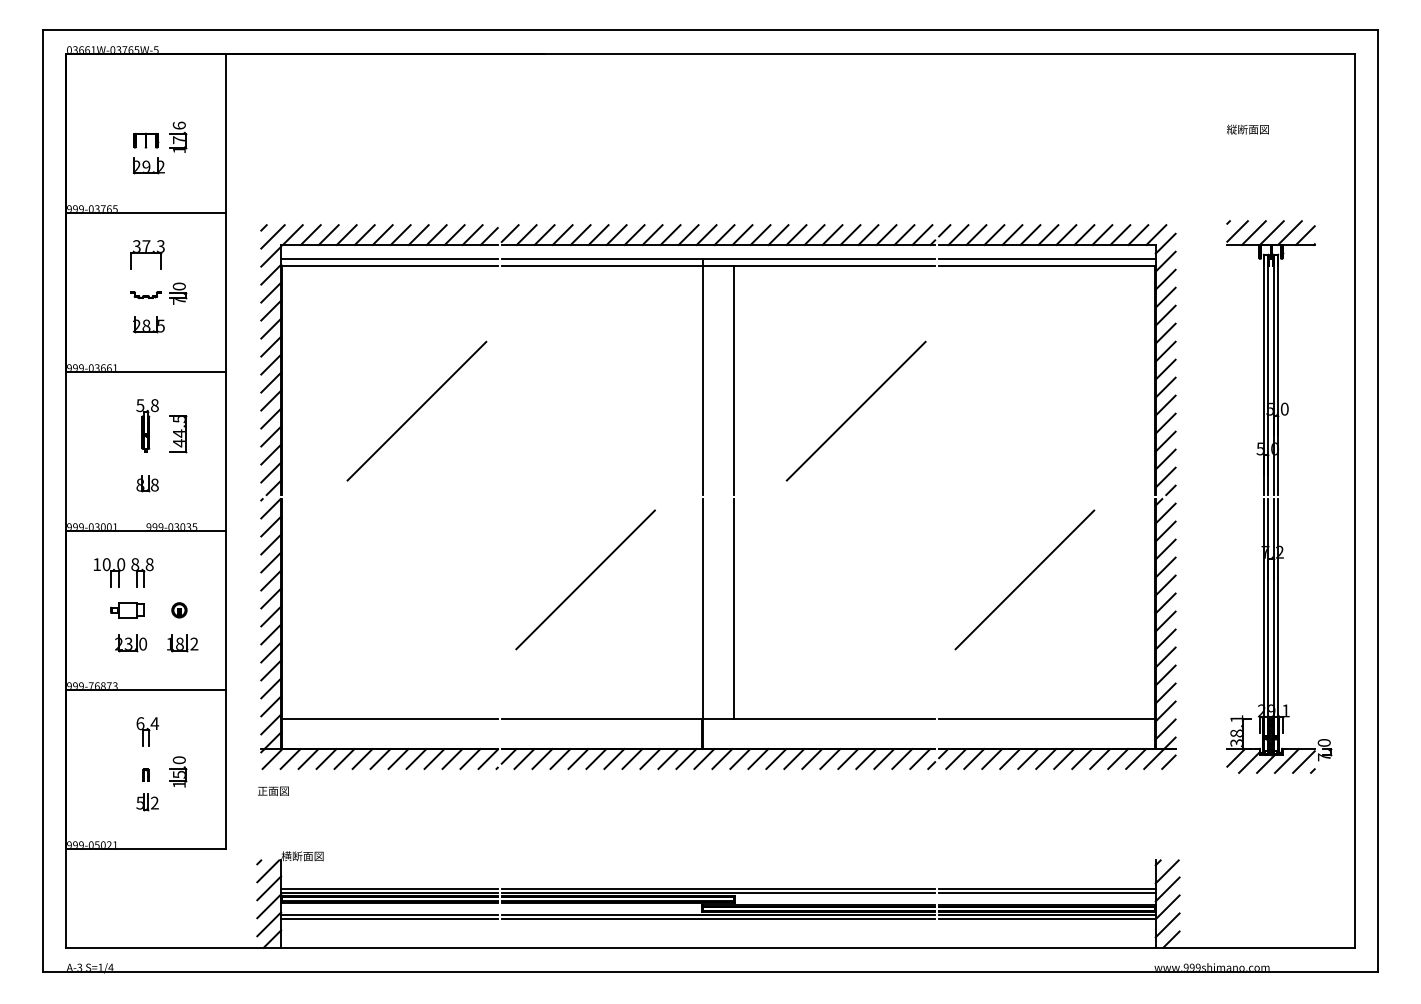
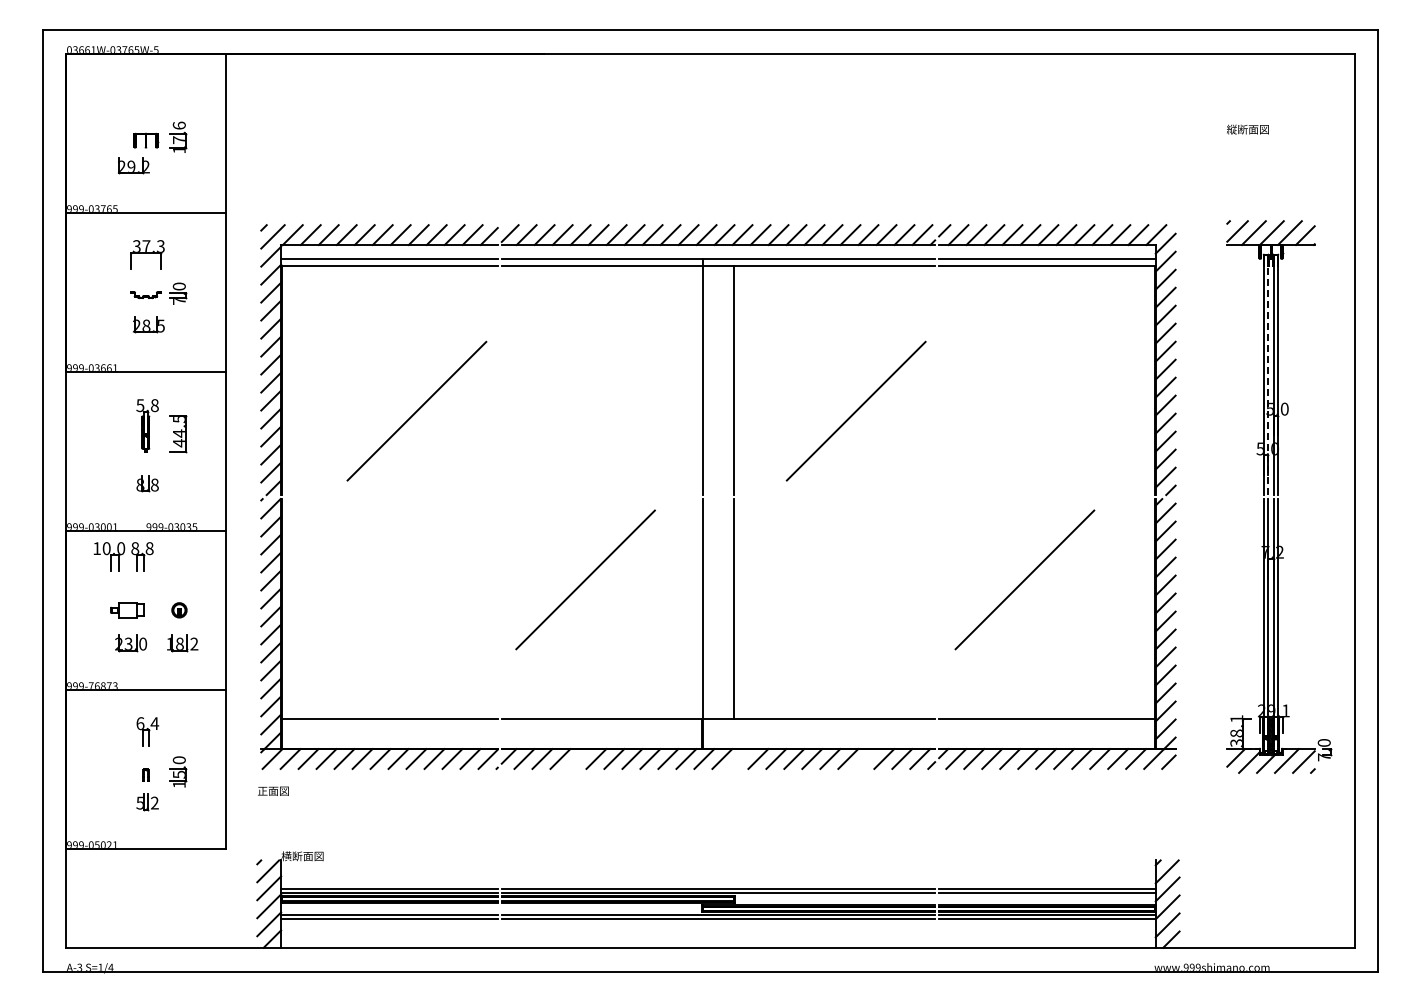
part at (148, 165) position: (148, 165) -> (133, 165)
line at (1268, 374): solid -> dashed
part at (123, 572) position: (123, 572) -> (123, 556)
line at (578, 758): present -> none
line at (740, 758): present -> none
line at (866, 758): present -> none
